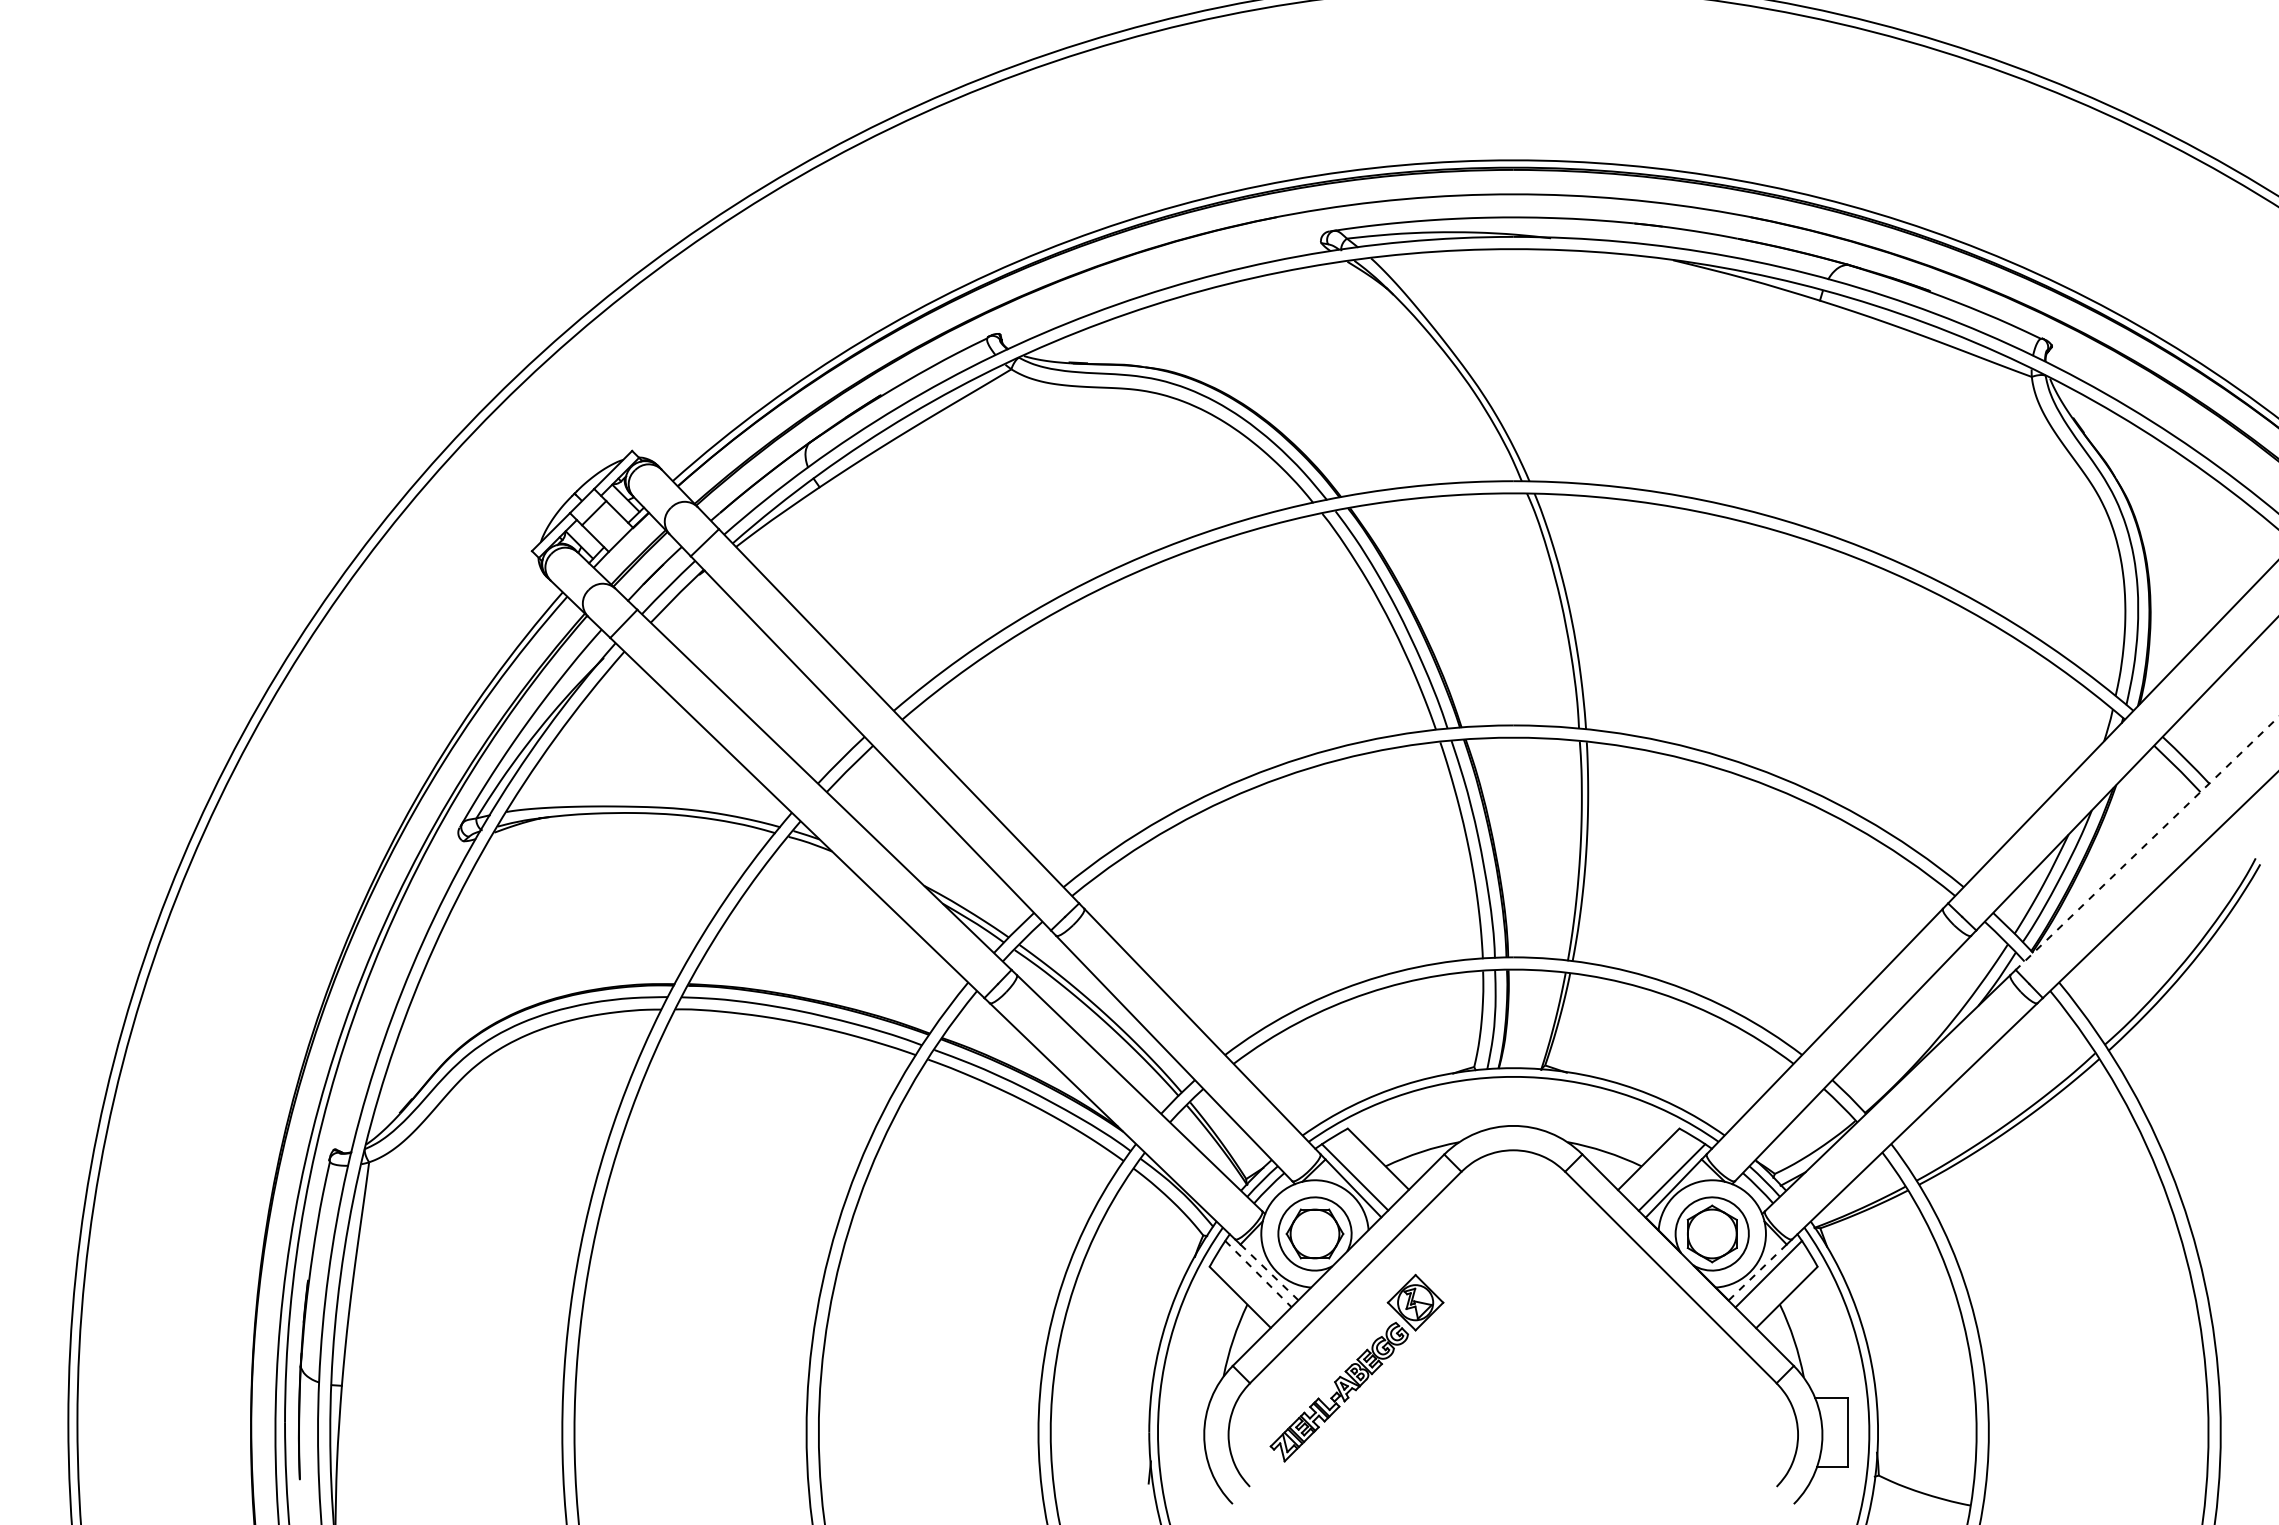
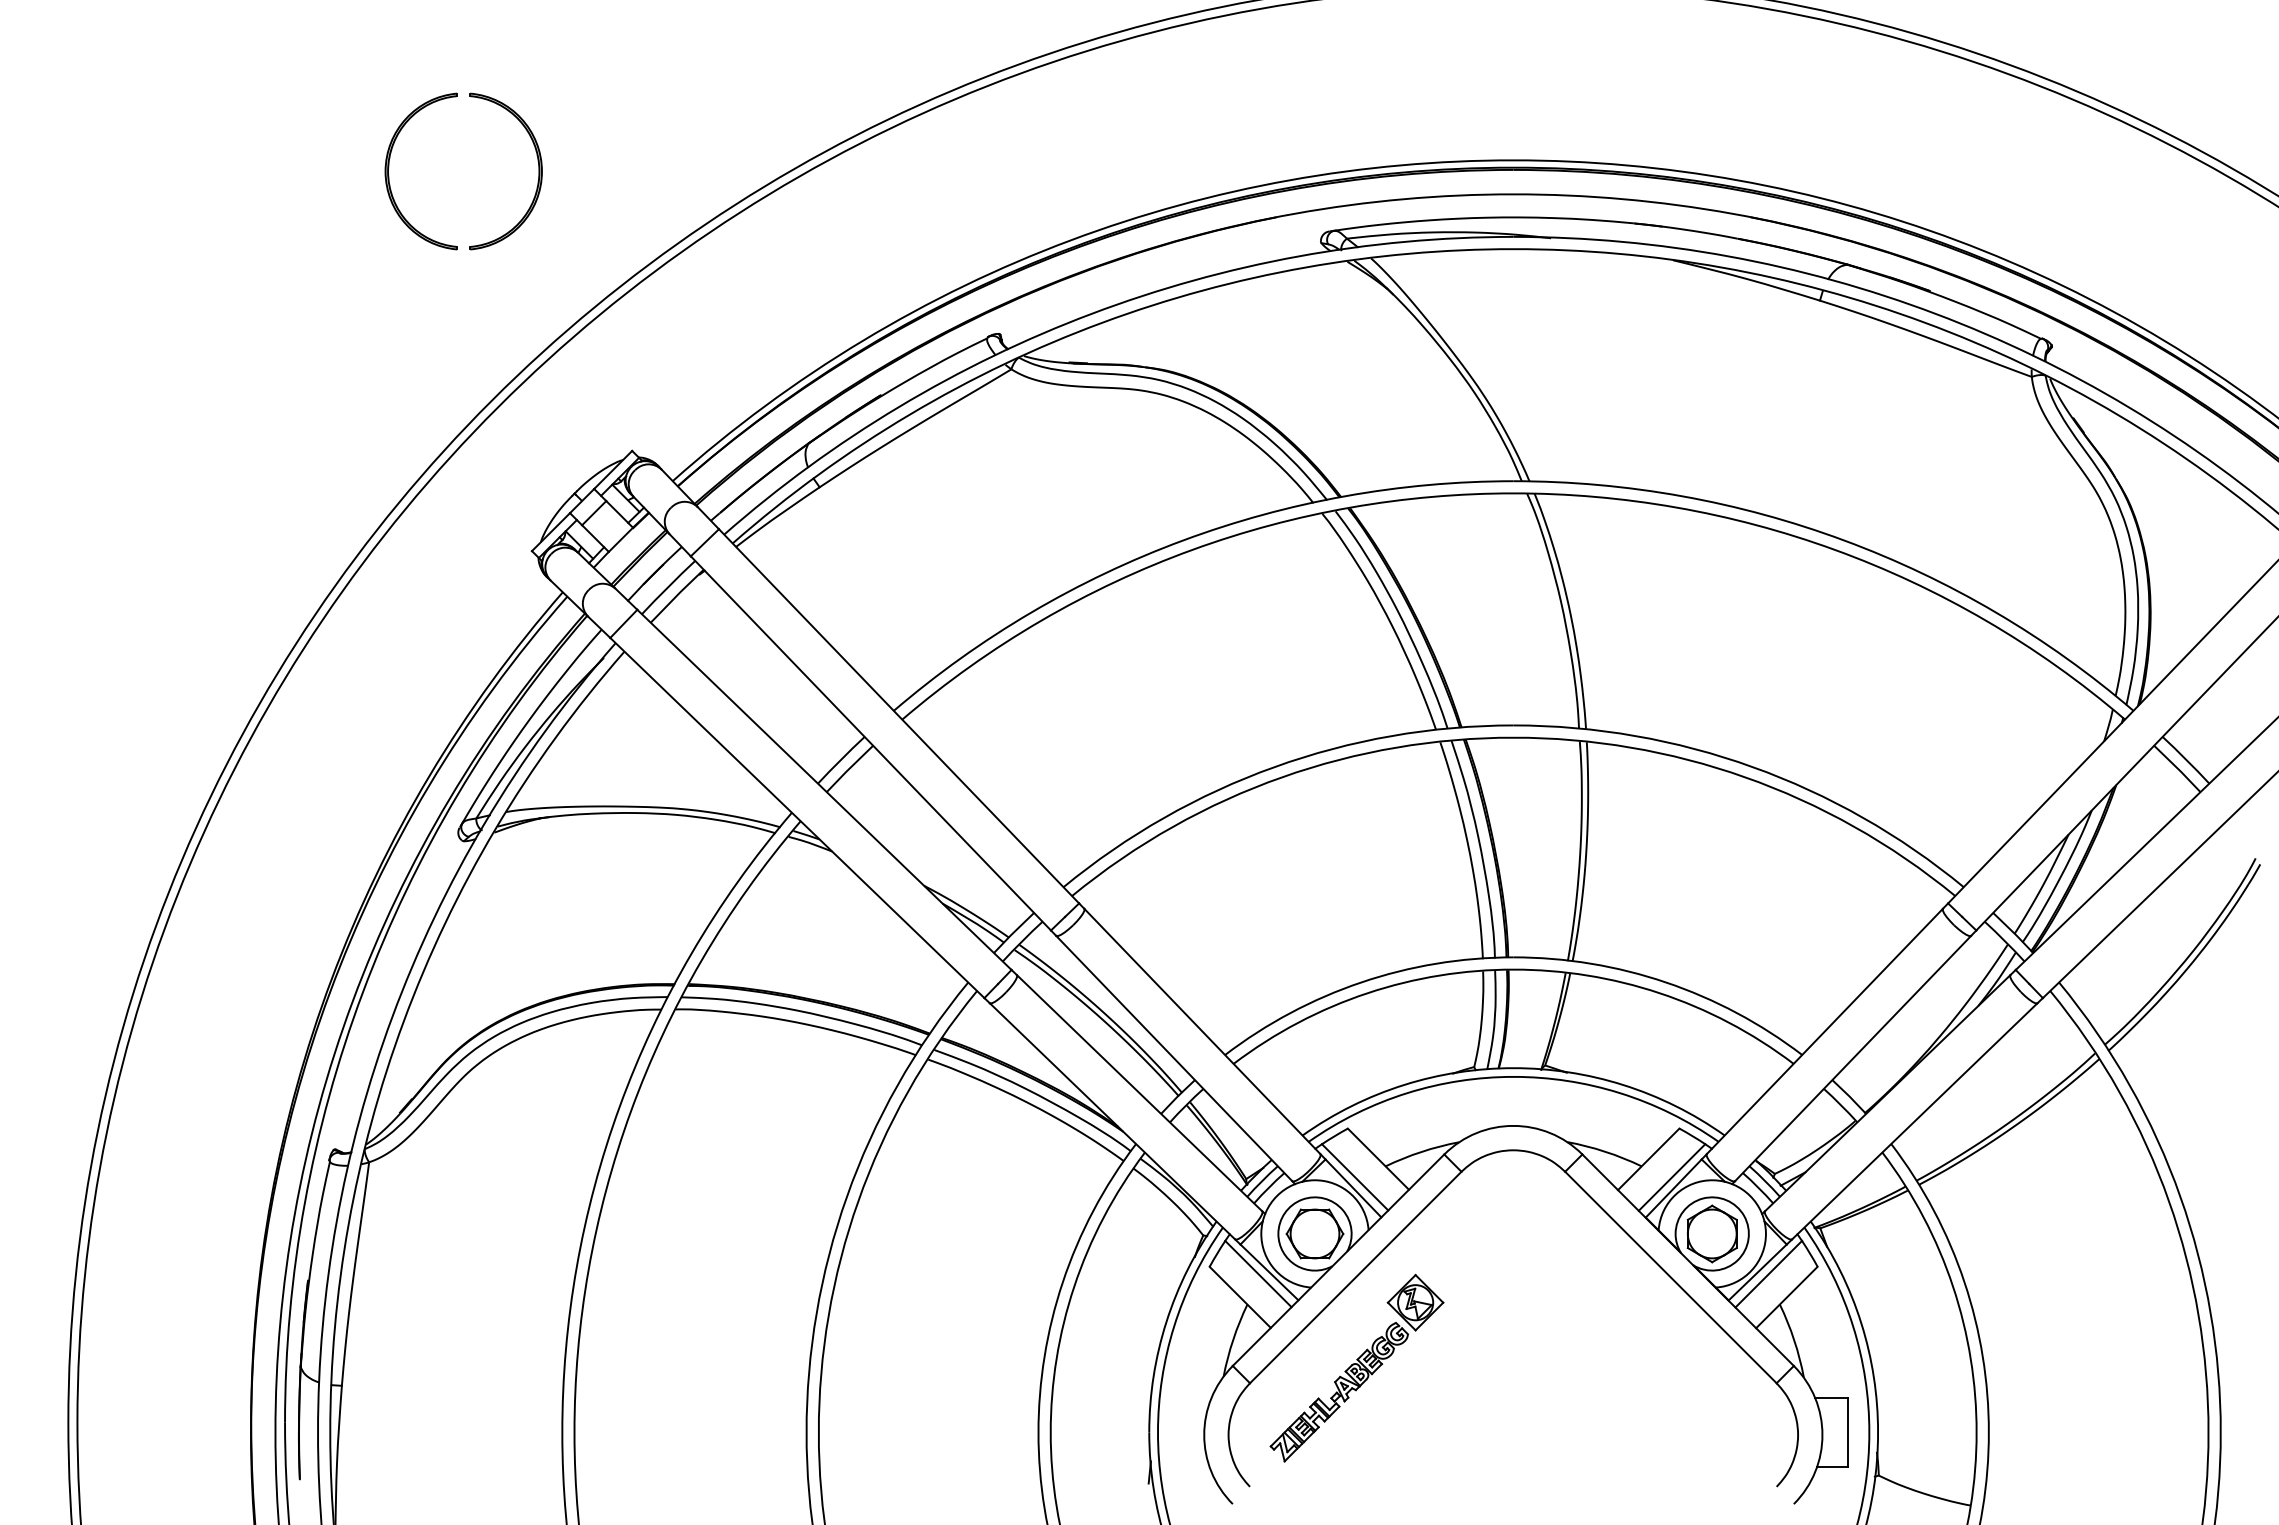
part at (389, 167): none -> present
part at (538, 171): none -> present
line at (2146, 843): dashed -> solid
line at (1269, 1272): dashed -> solid
line at (1758, 1272): dashed -> solid
line at (1258, 1274): dashed -> solid
